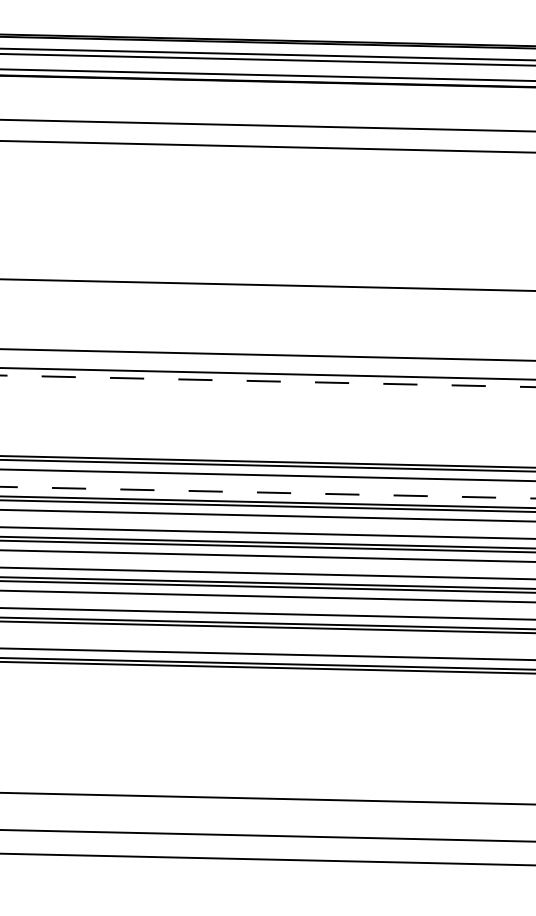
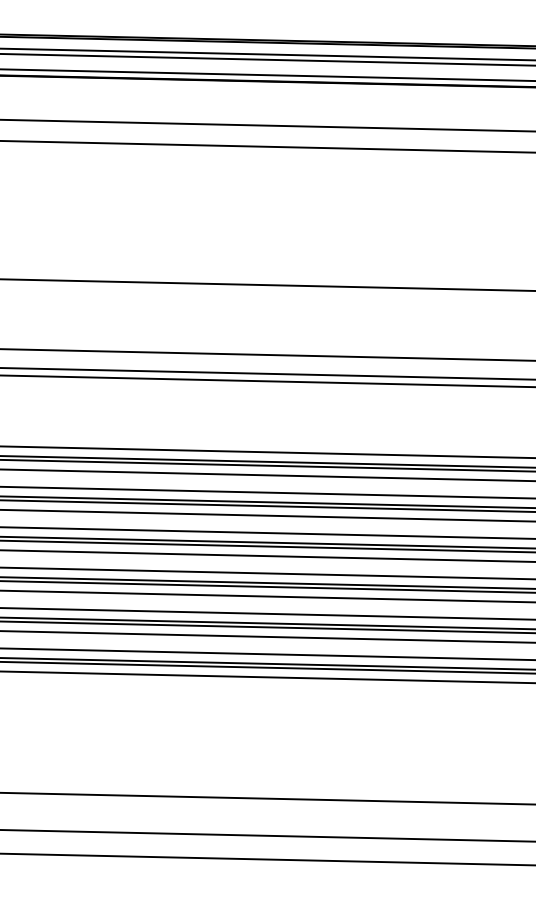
line at (267, 381): dashed -> solid
line at (267, 452): none -> present
line at (267, 492): dashed -> solid
line at (267, 636): none -> present
line at (267, 677): none -> present
